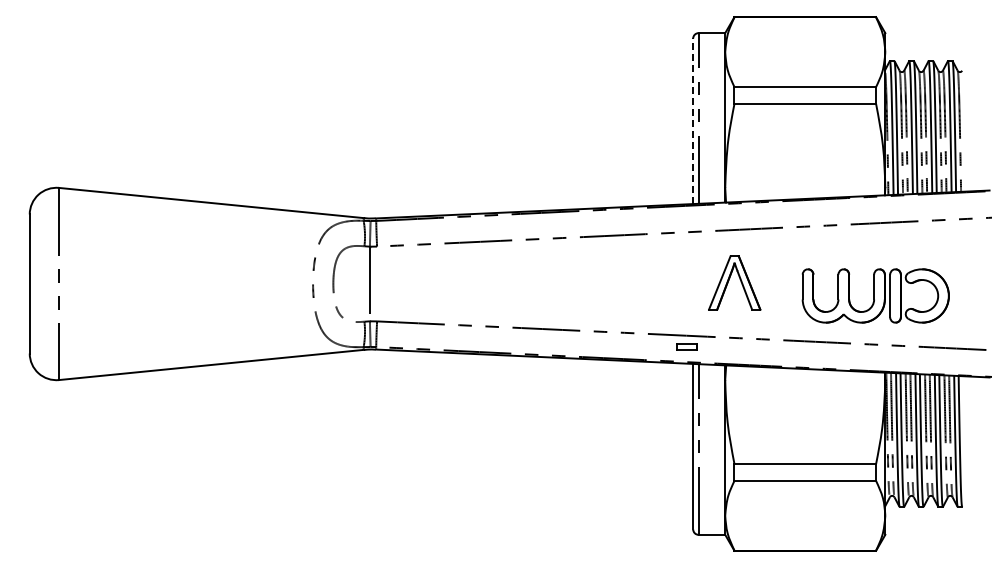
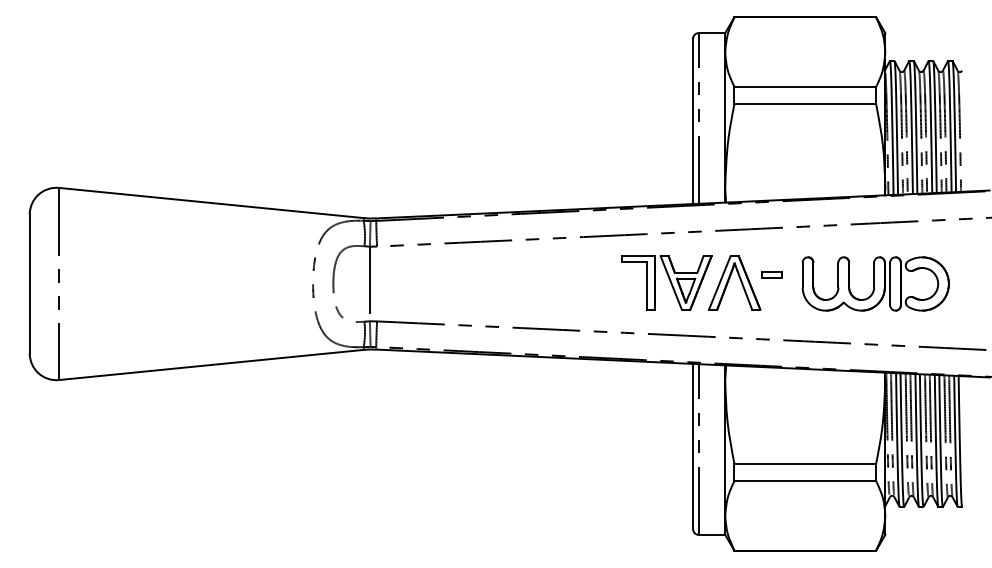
line at (693, 121): dashed -> solid
part at (666, 282): none -> present
part at (875, 295) position: (875, 295) -> (875, 283)
part at (686, 346) position: (686, 346) -> (771, 274)
